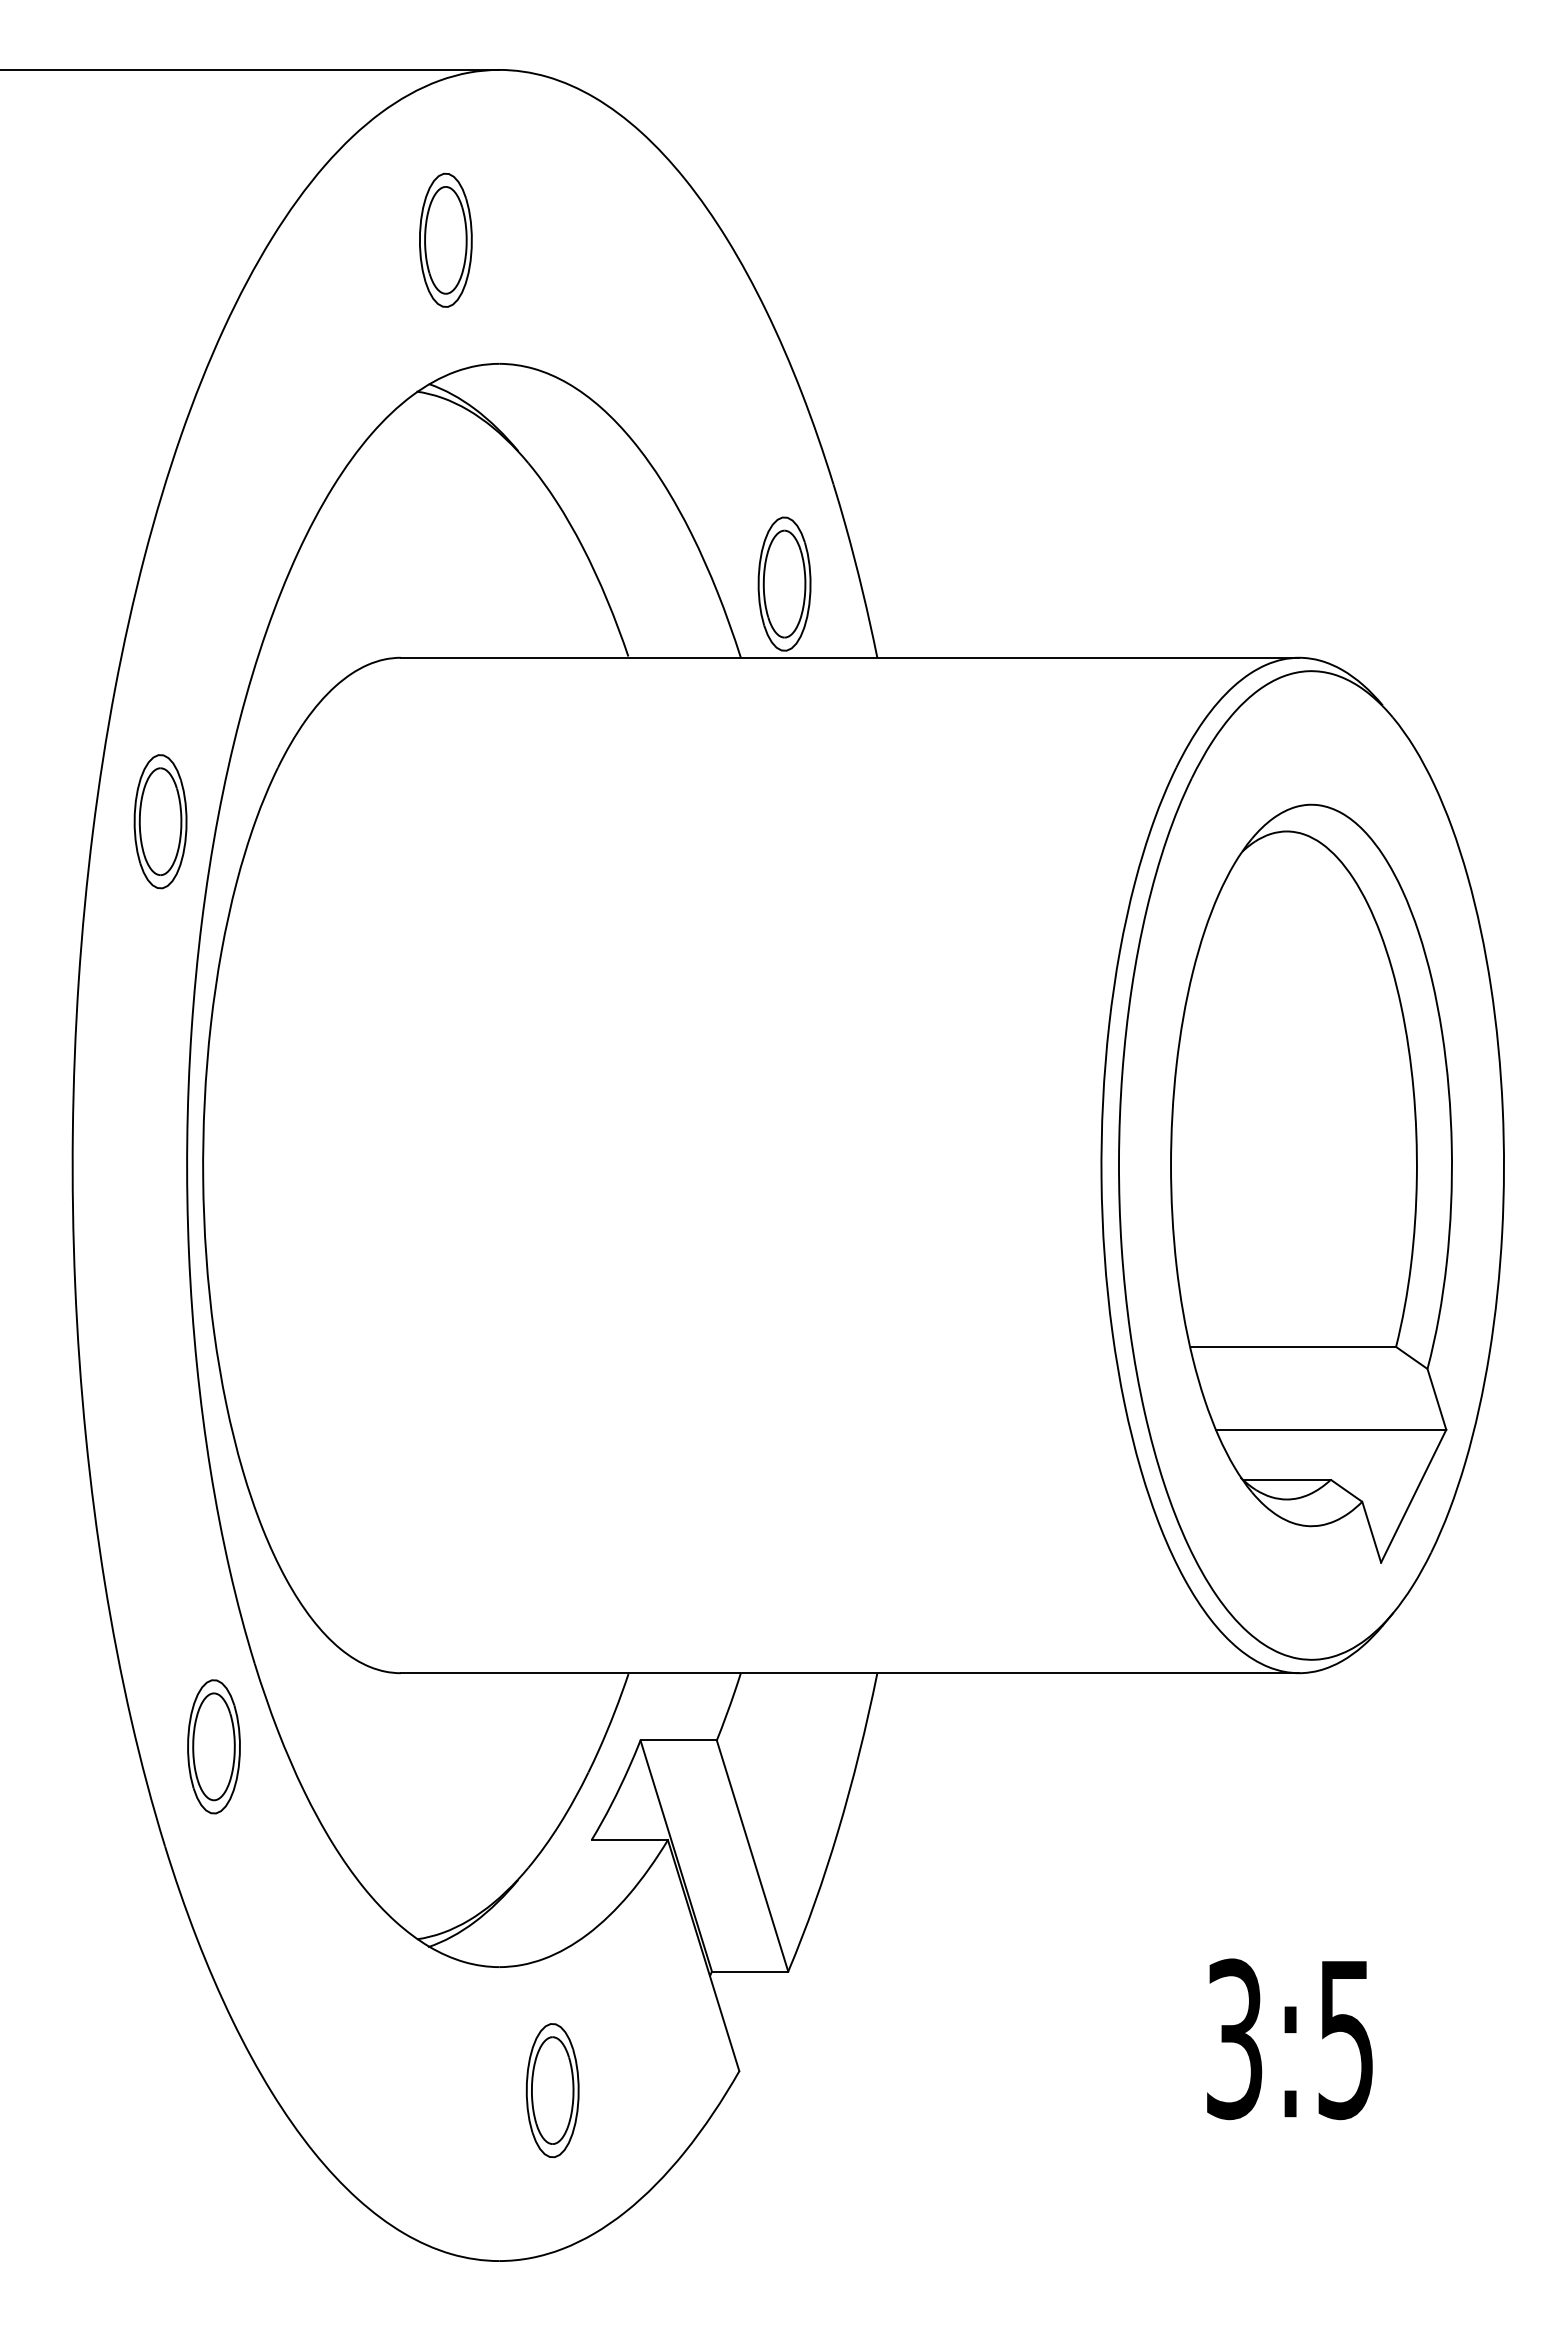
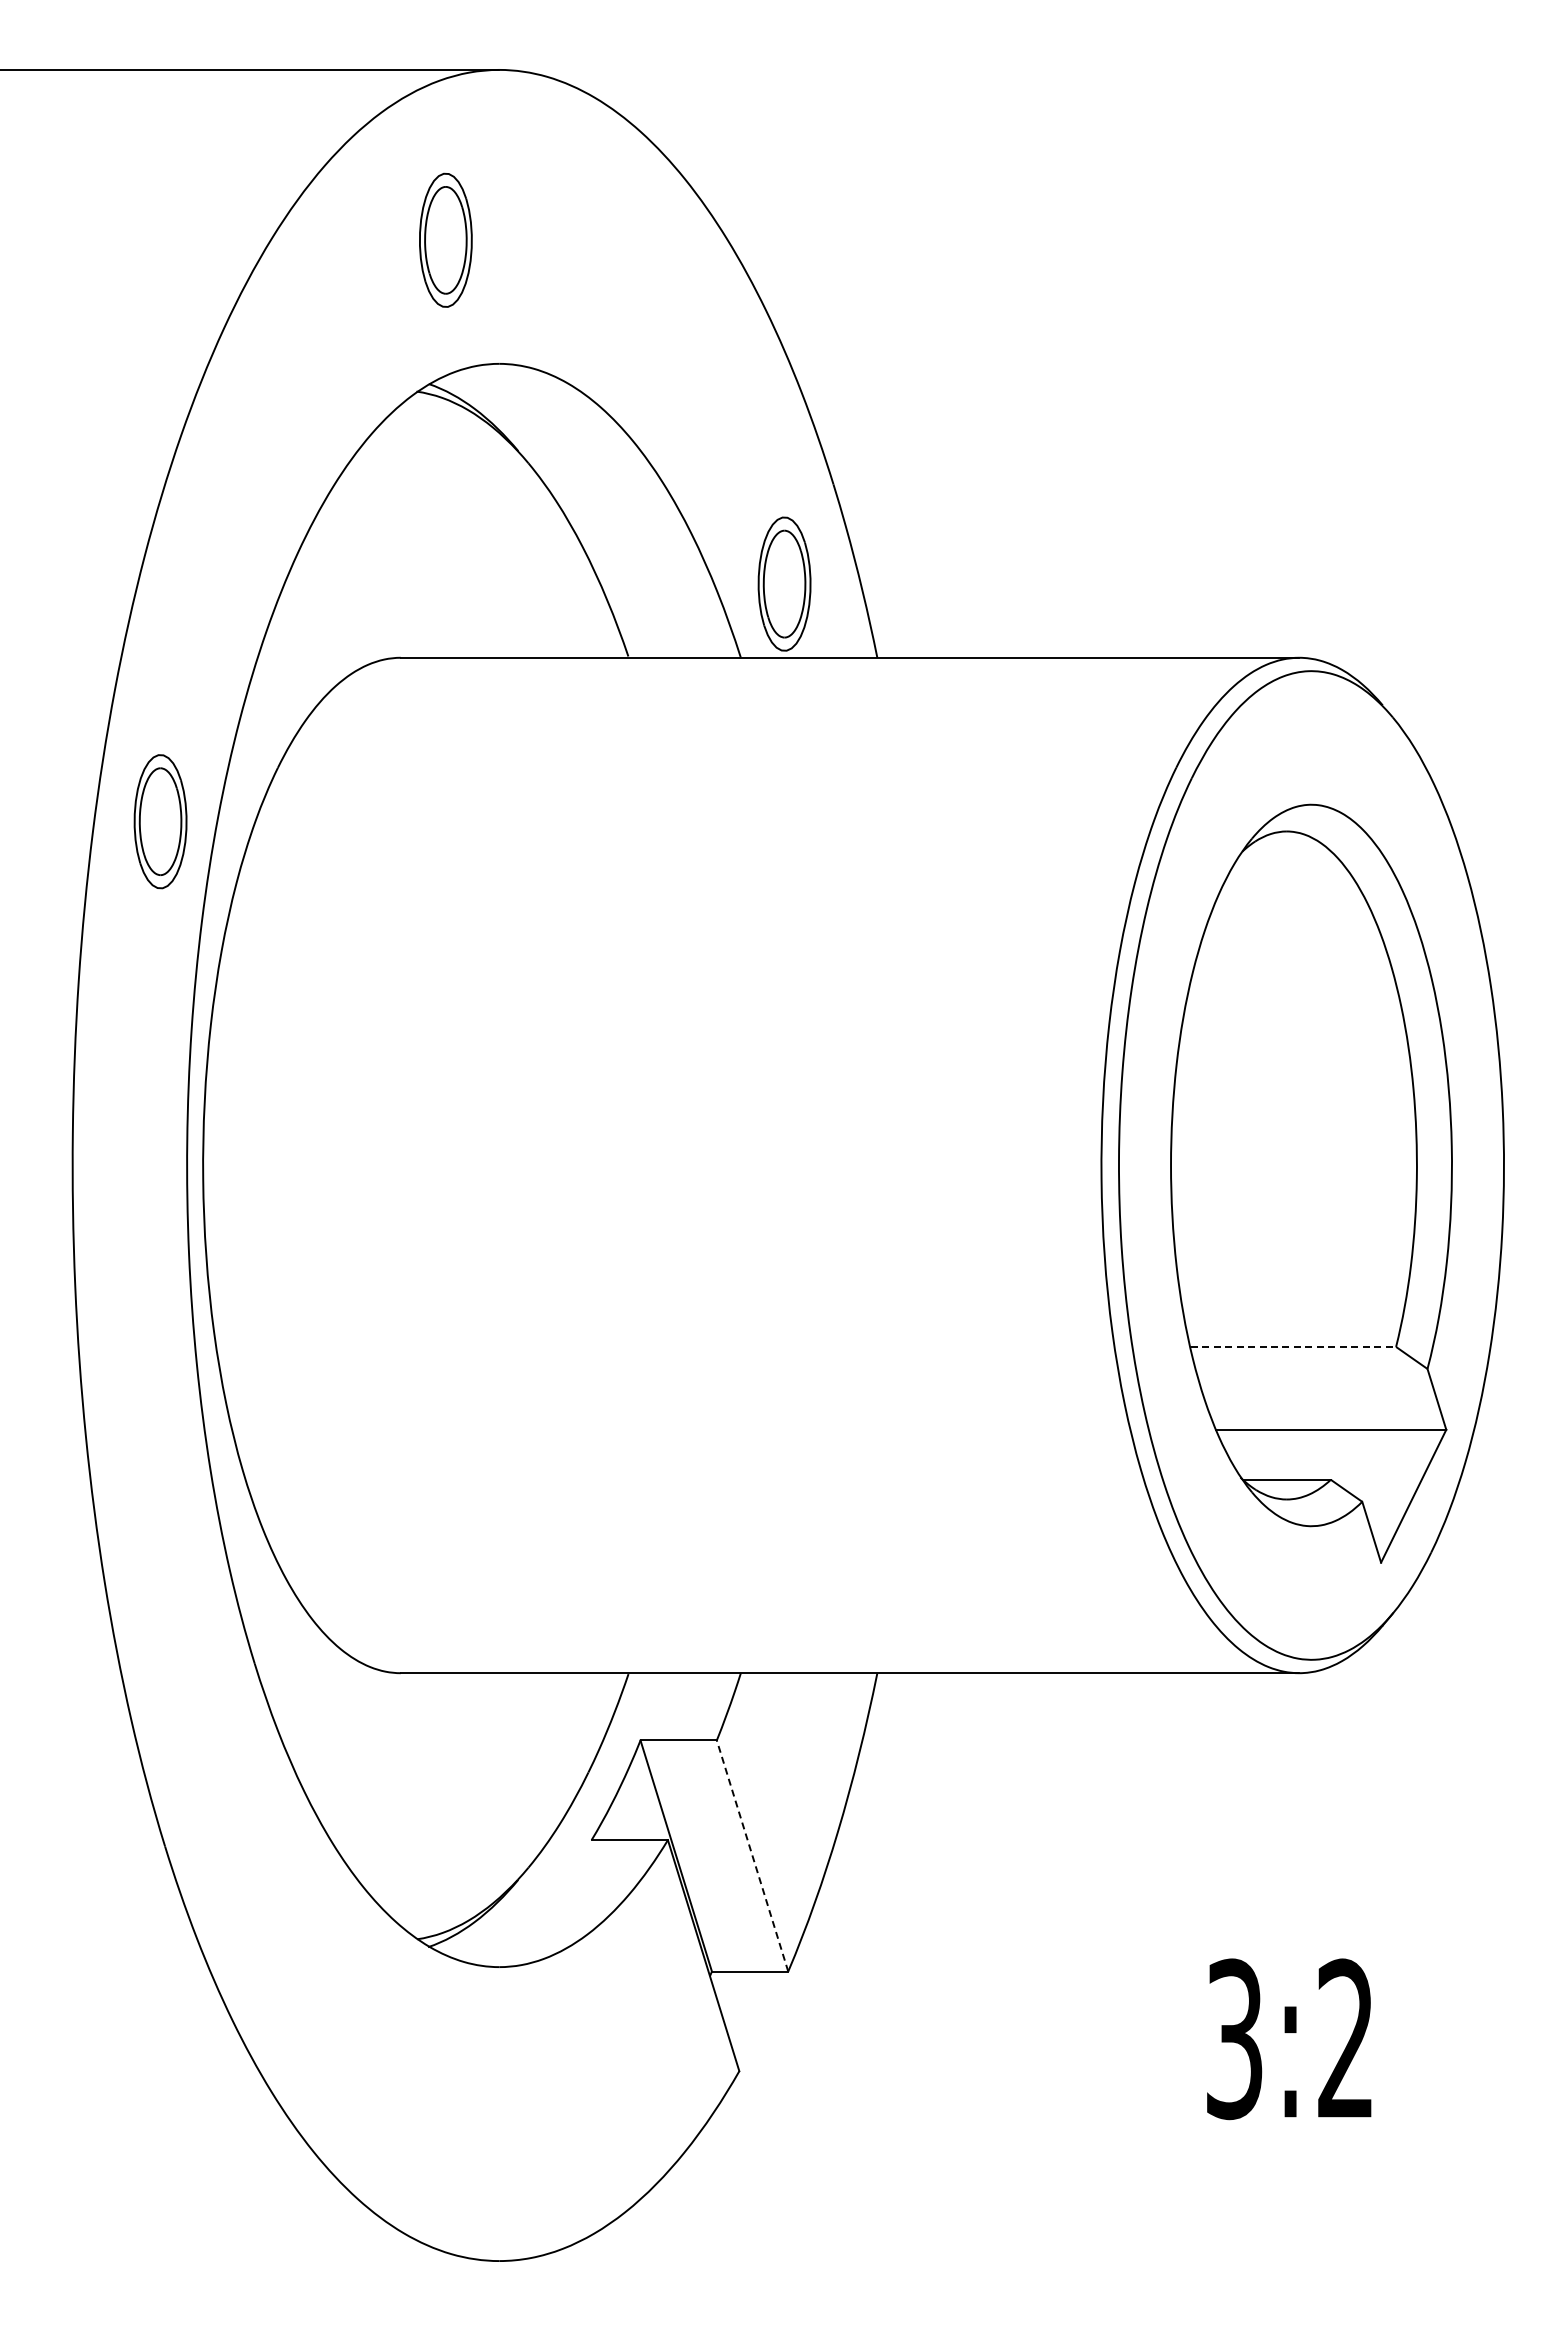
line at (1293, 1346): solid -> dashed
part at (213, 1746): present -> none
line at (752, 1856): solid -> dashed
text at (1345, 2039): 3:5 -> 3:2
part at (552, 2090): present -> none
